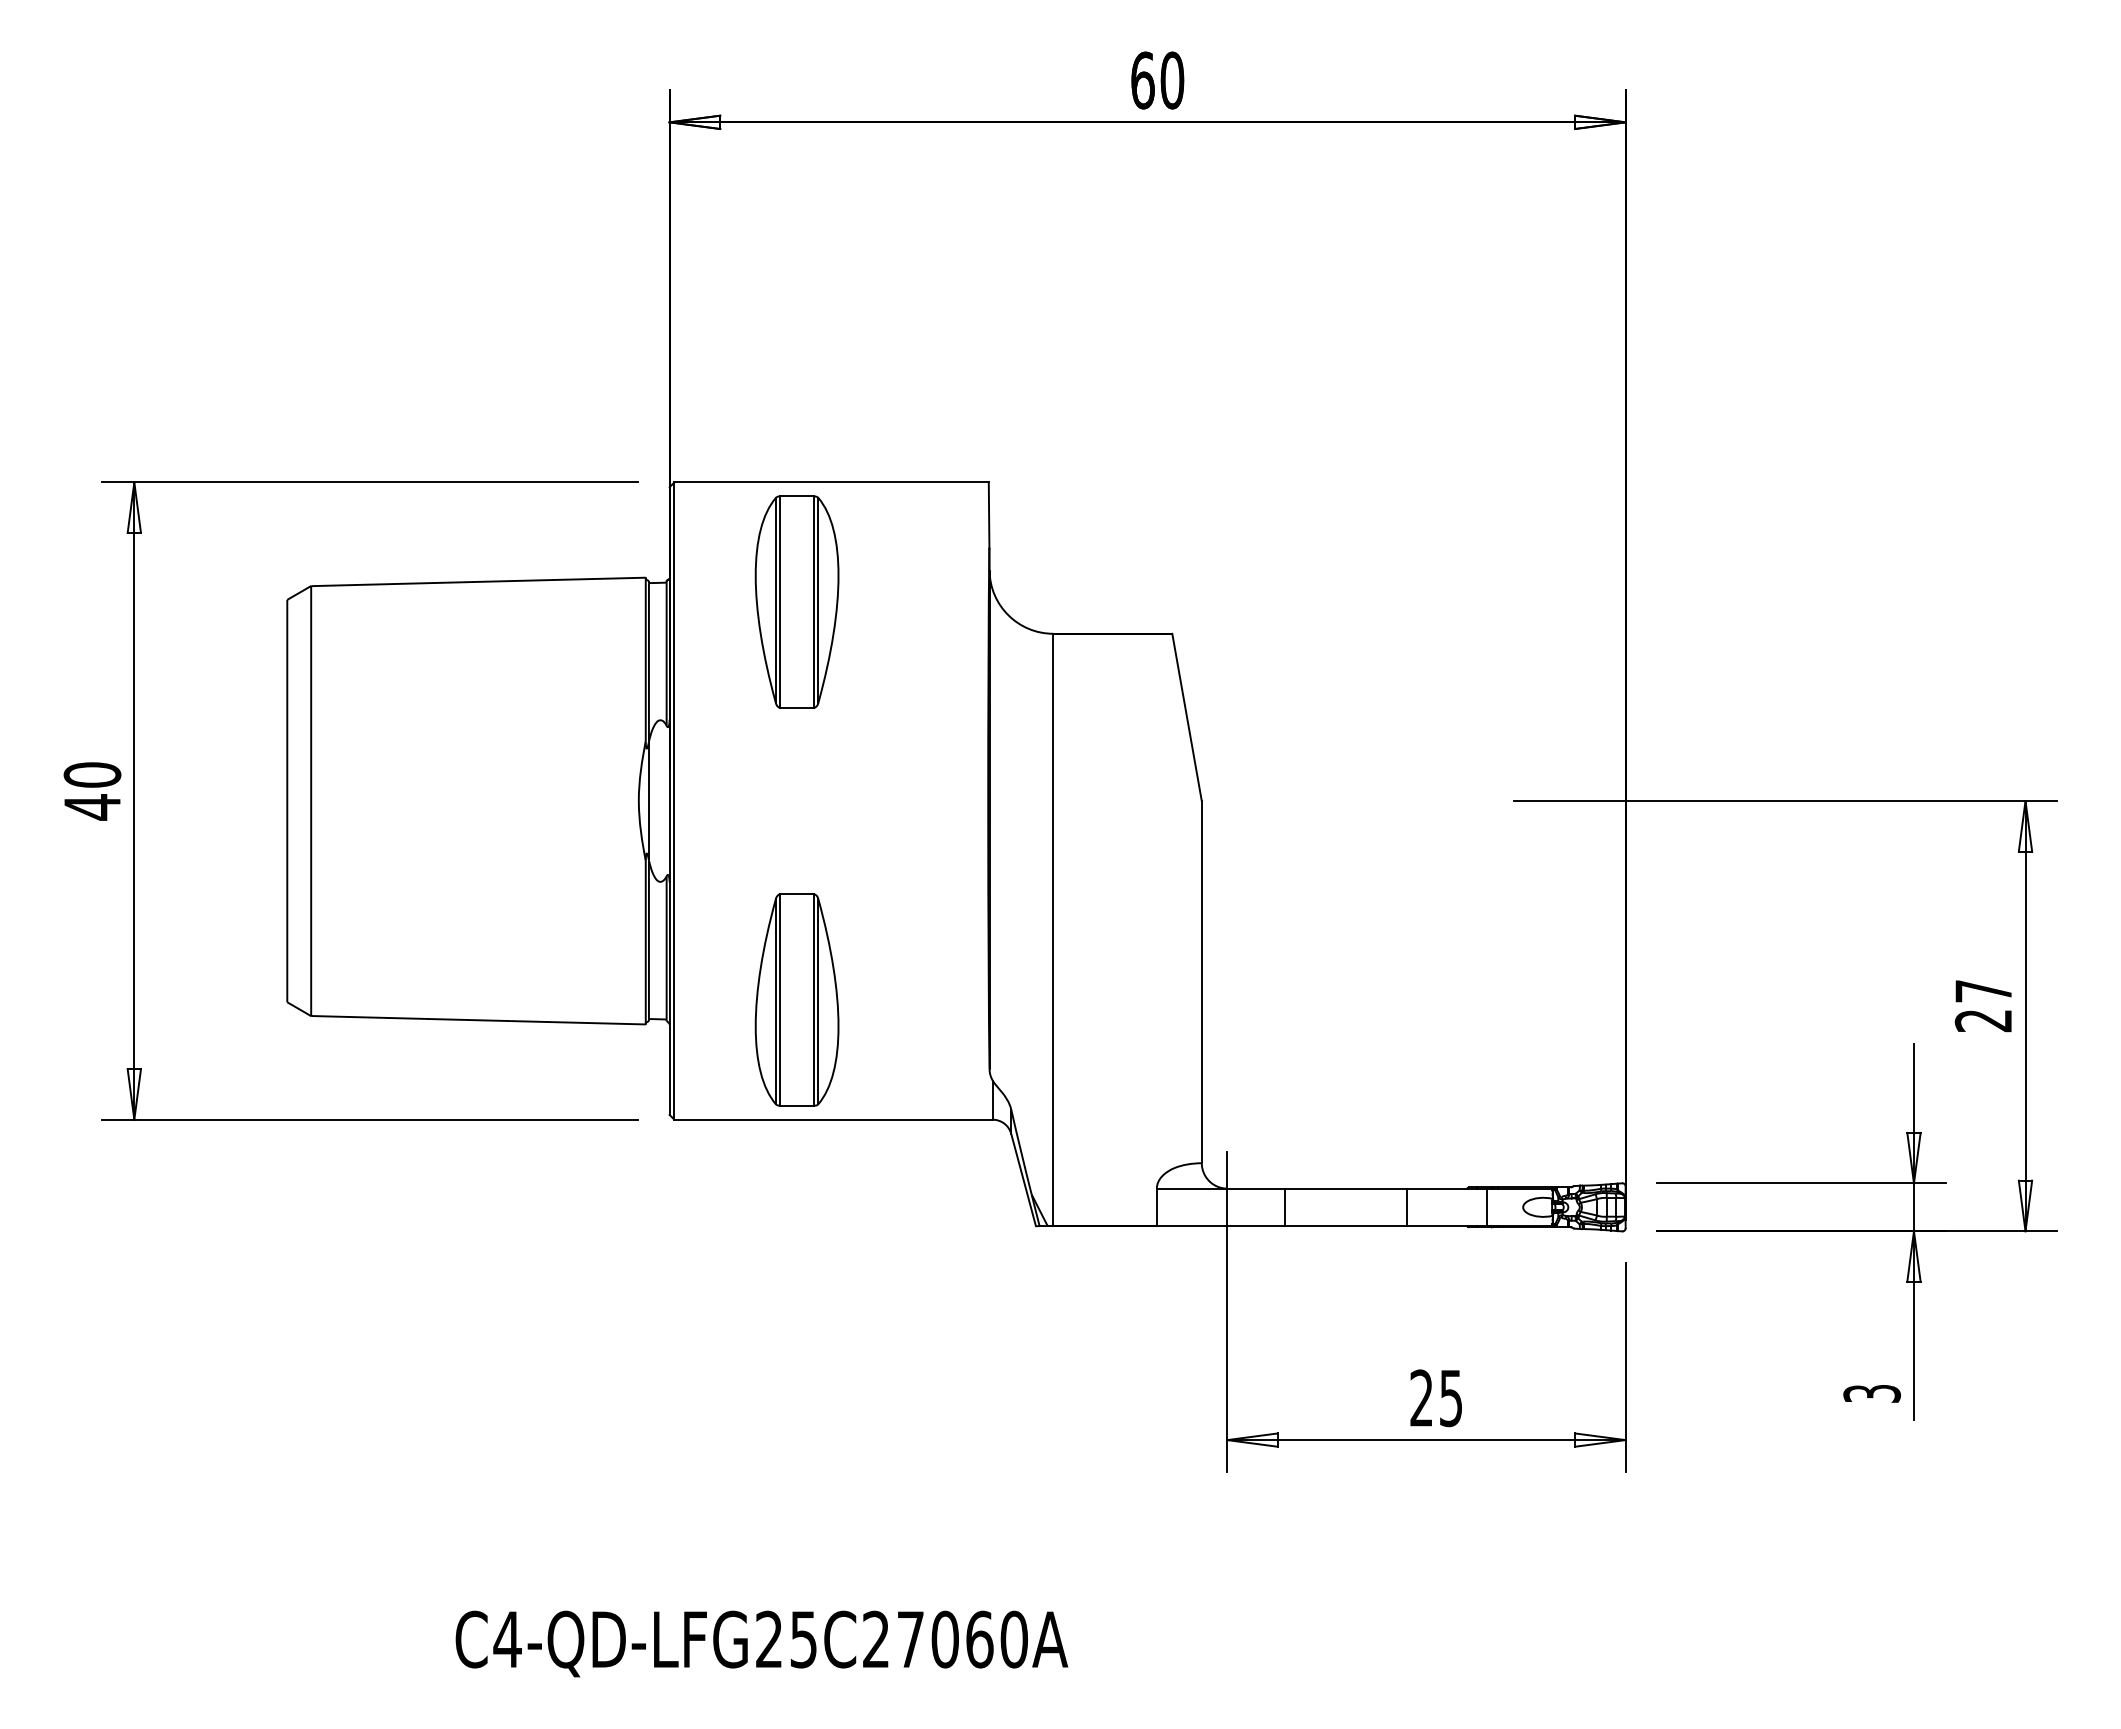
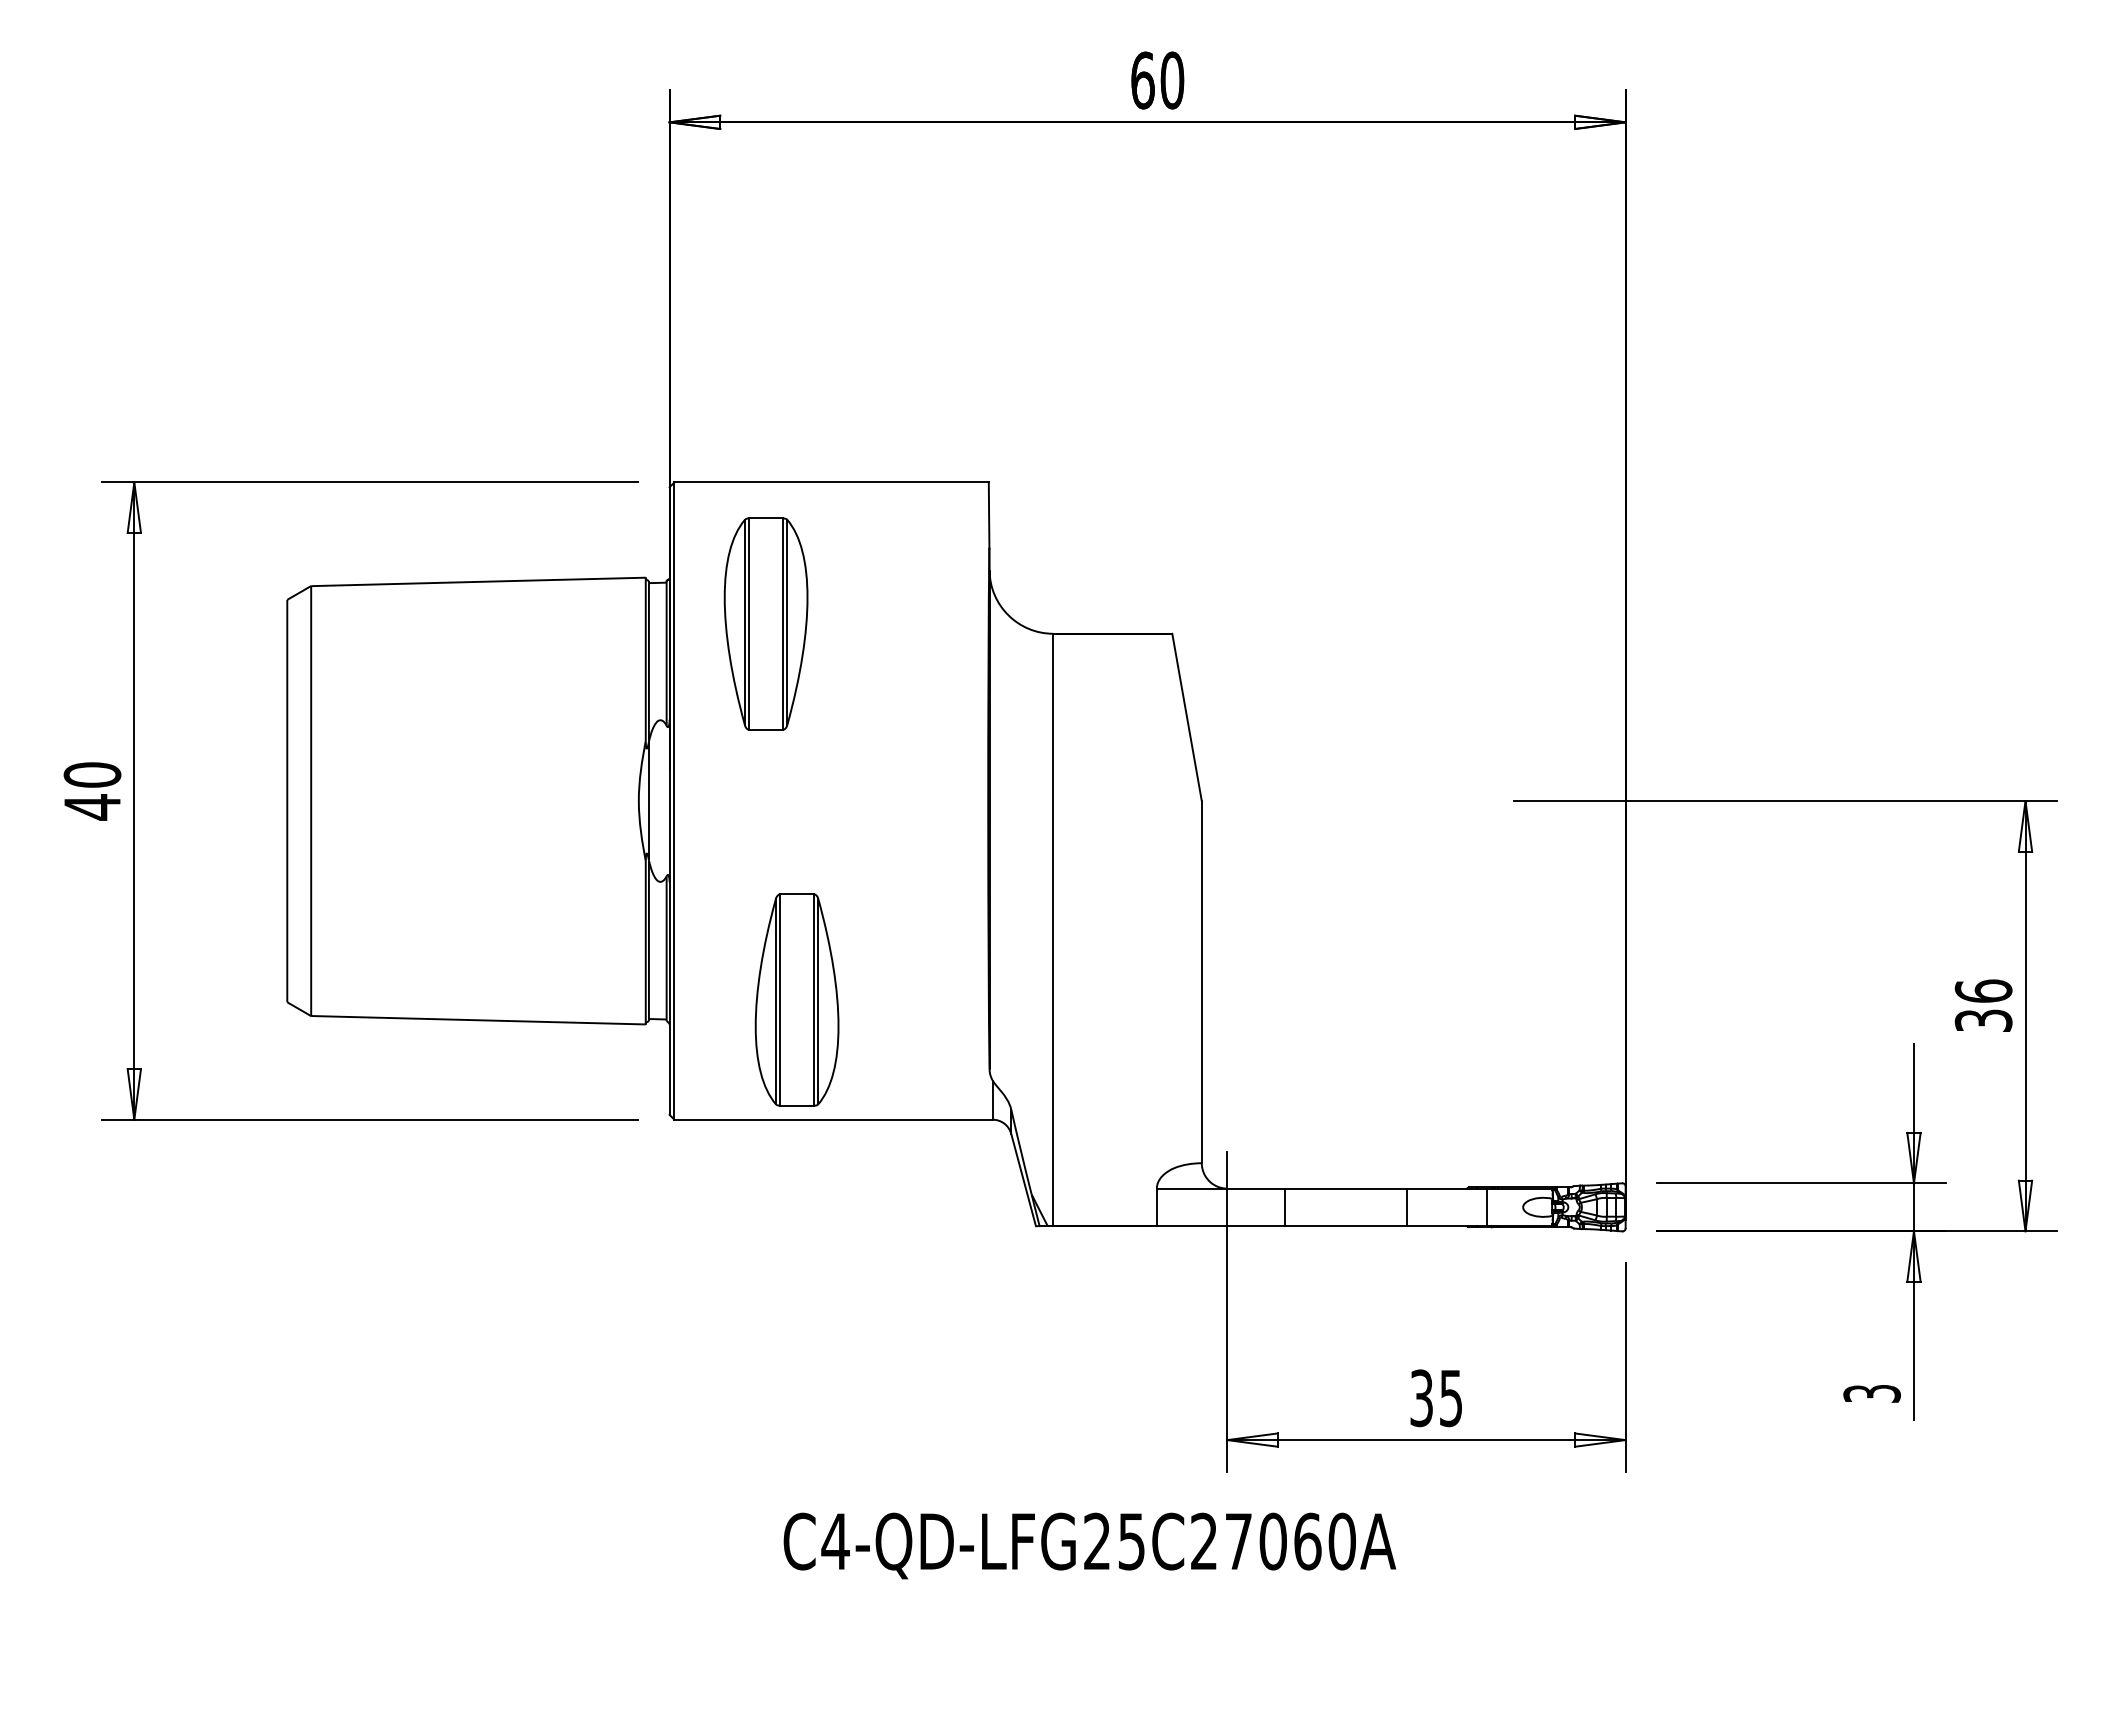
part at (796, 601) position: (796, 601) -> (765, 623)
text at (1983, 1005): 27 -> 36
text at (1421, 1398): 25 -> 35
text at (761, 1643) position: (761, 1643) -> (1089, 1545)
